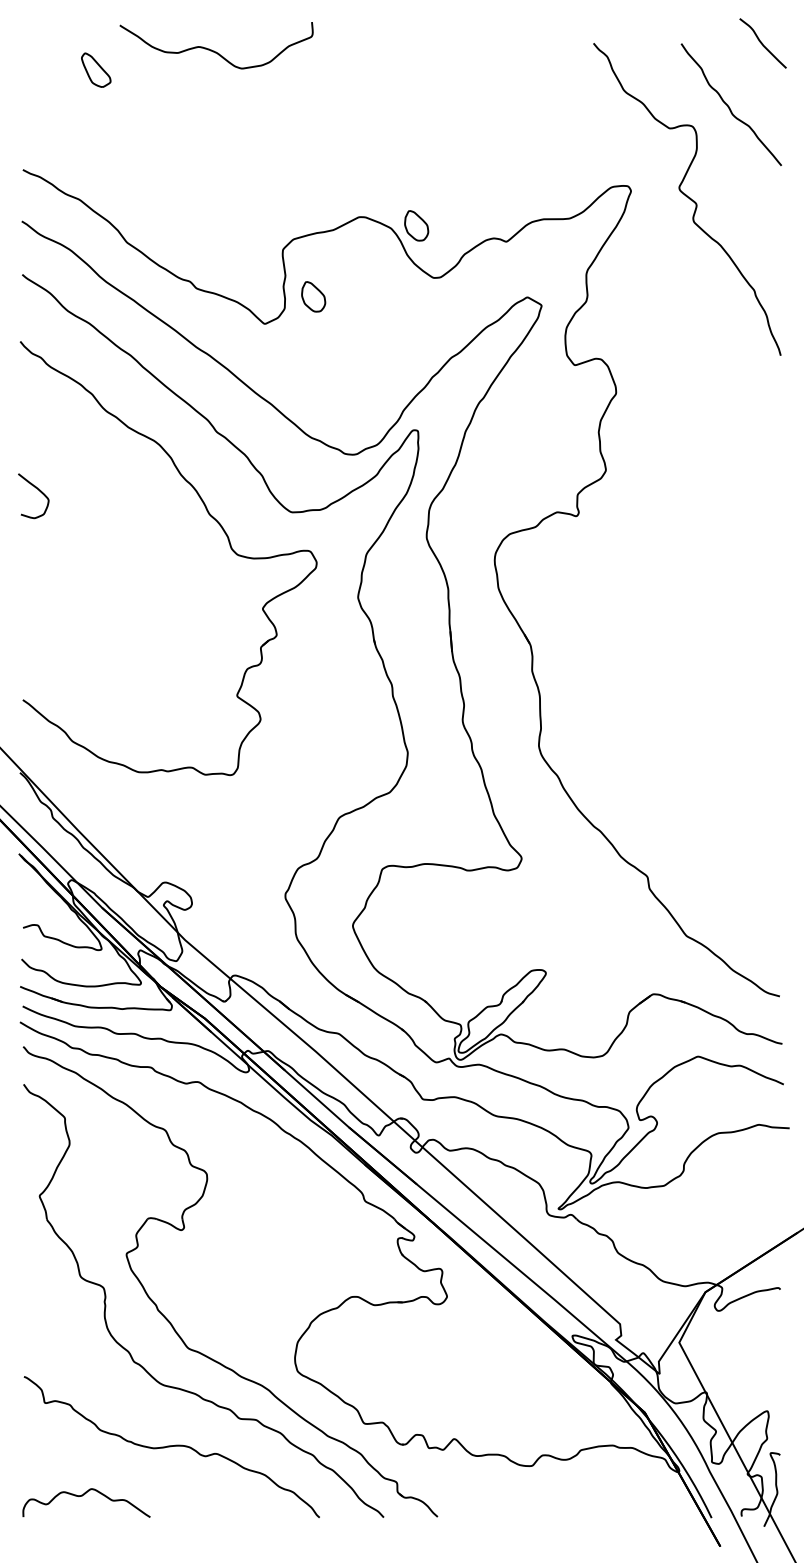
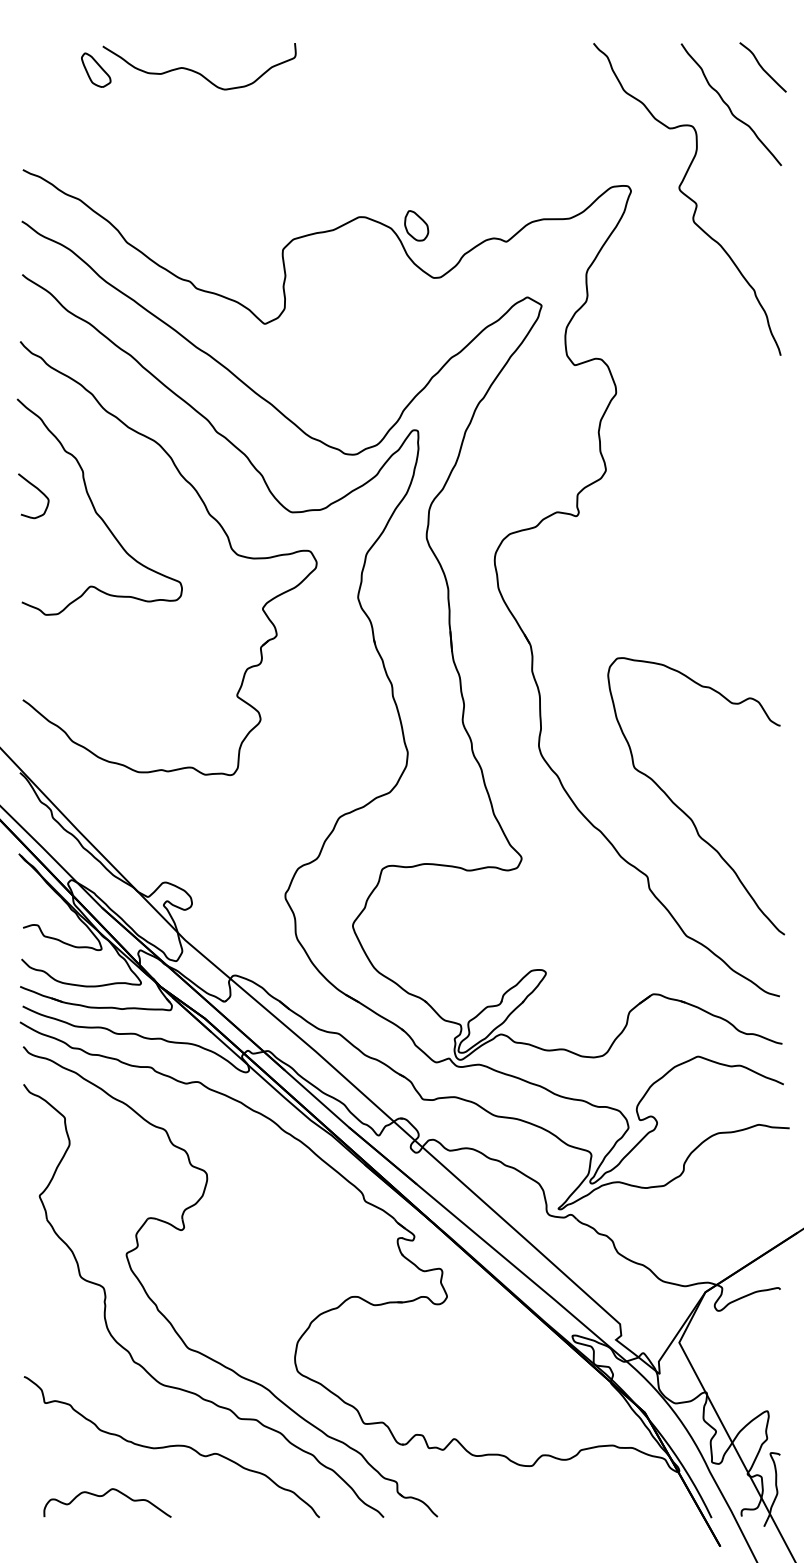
curve at (762, 43) position: (762, 43) -> (762, 67)
curve at (214, 50) position: (214, 50) -> (197, 71)
part at (313, 296): present -> none
curve at (95, 508): none -> present
curve at (682, 809): none -> present
curve at (82, 1496) position: (82, 1496) -> (103, 1496)
